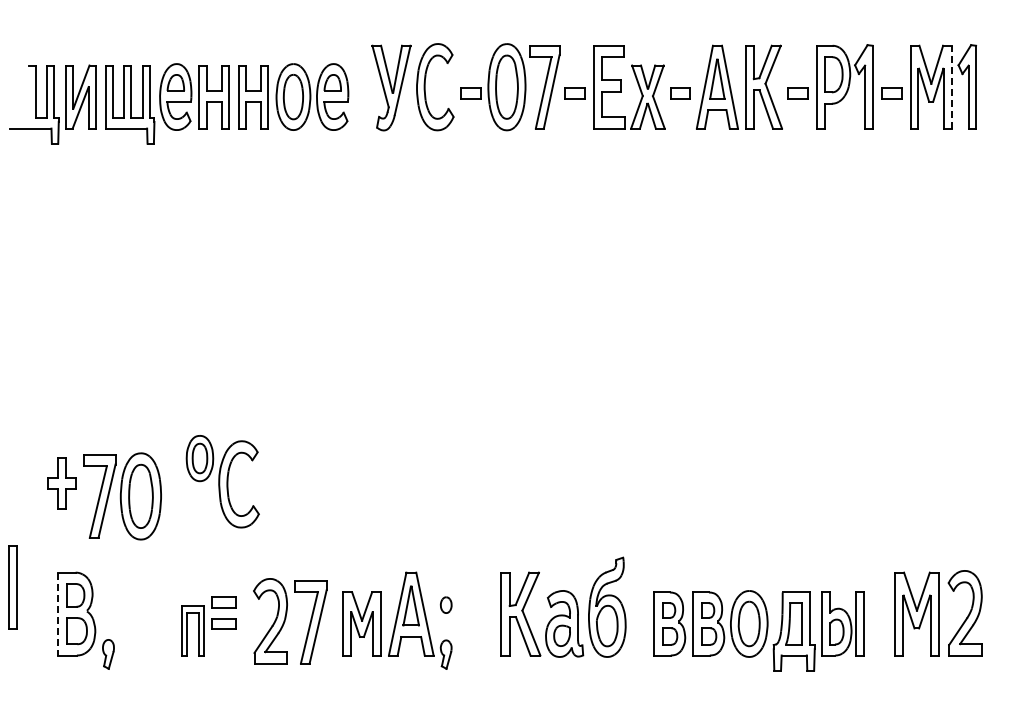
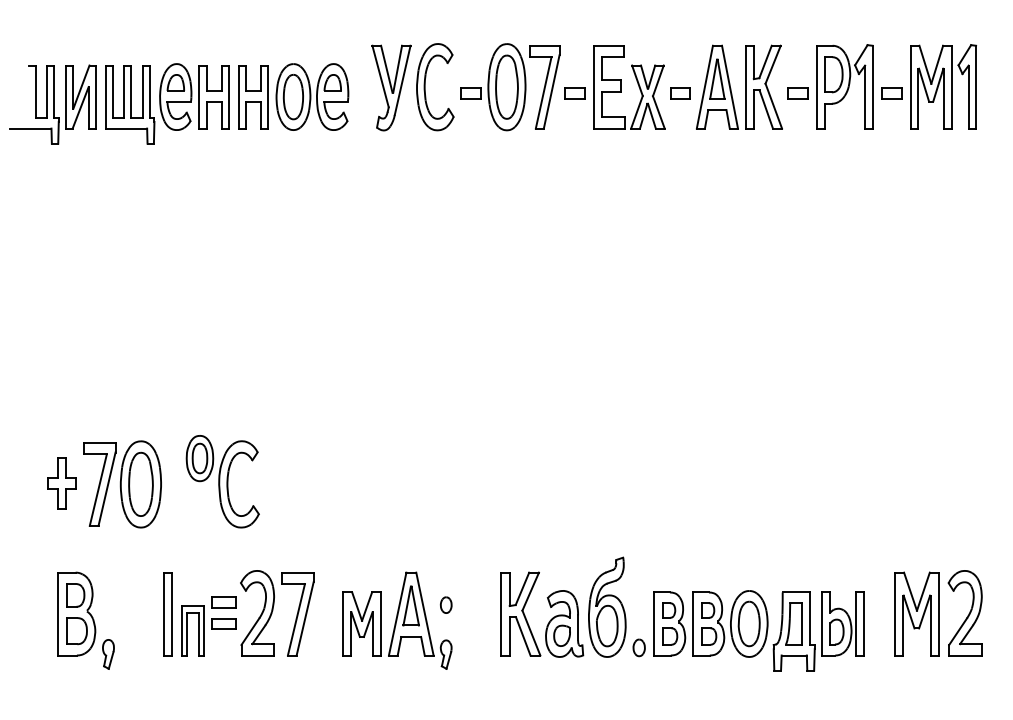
line at (951, 86): dashed -> solid
part at (122, 496) position: (122, 496) -> (122, 484)
part at (12, 587) position: (12, 587) -> (167, 614)
line at (58, 614): dashed -> solid
part at (290, 621) position: (290, 621) -> (277, 613)
part at (638, 647): none -> present
